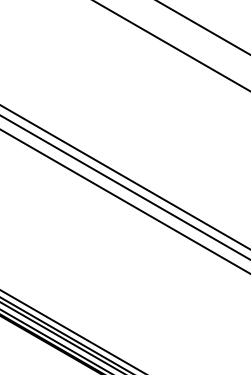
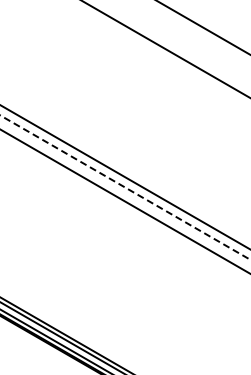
line at (171, 45) position: (171, 45) -> (165, 49)
line at (125, 187): solid -> dashed
line at (71, 331): present -> none
